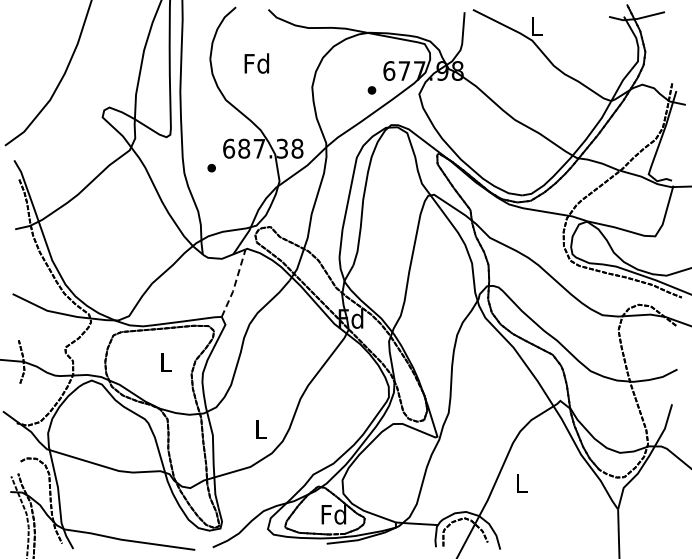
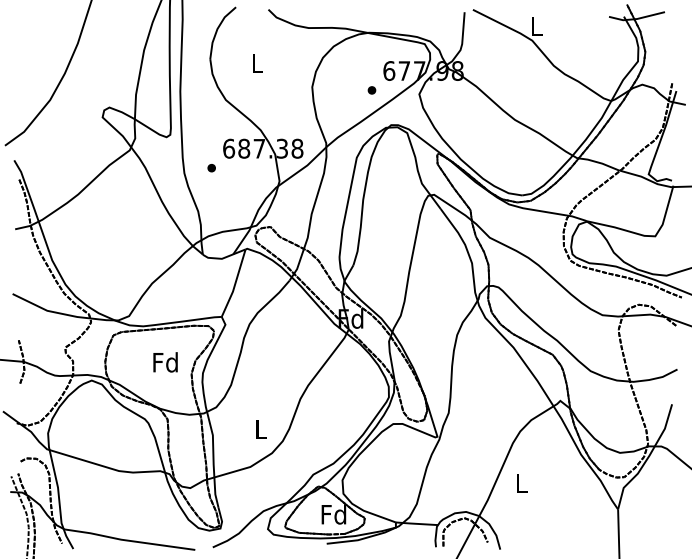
text at (256, 63): Fd -> L
line at (235, 284): dashed -> solid
text at (165, 362): L -> Fd
